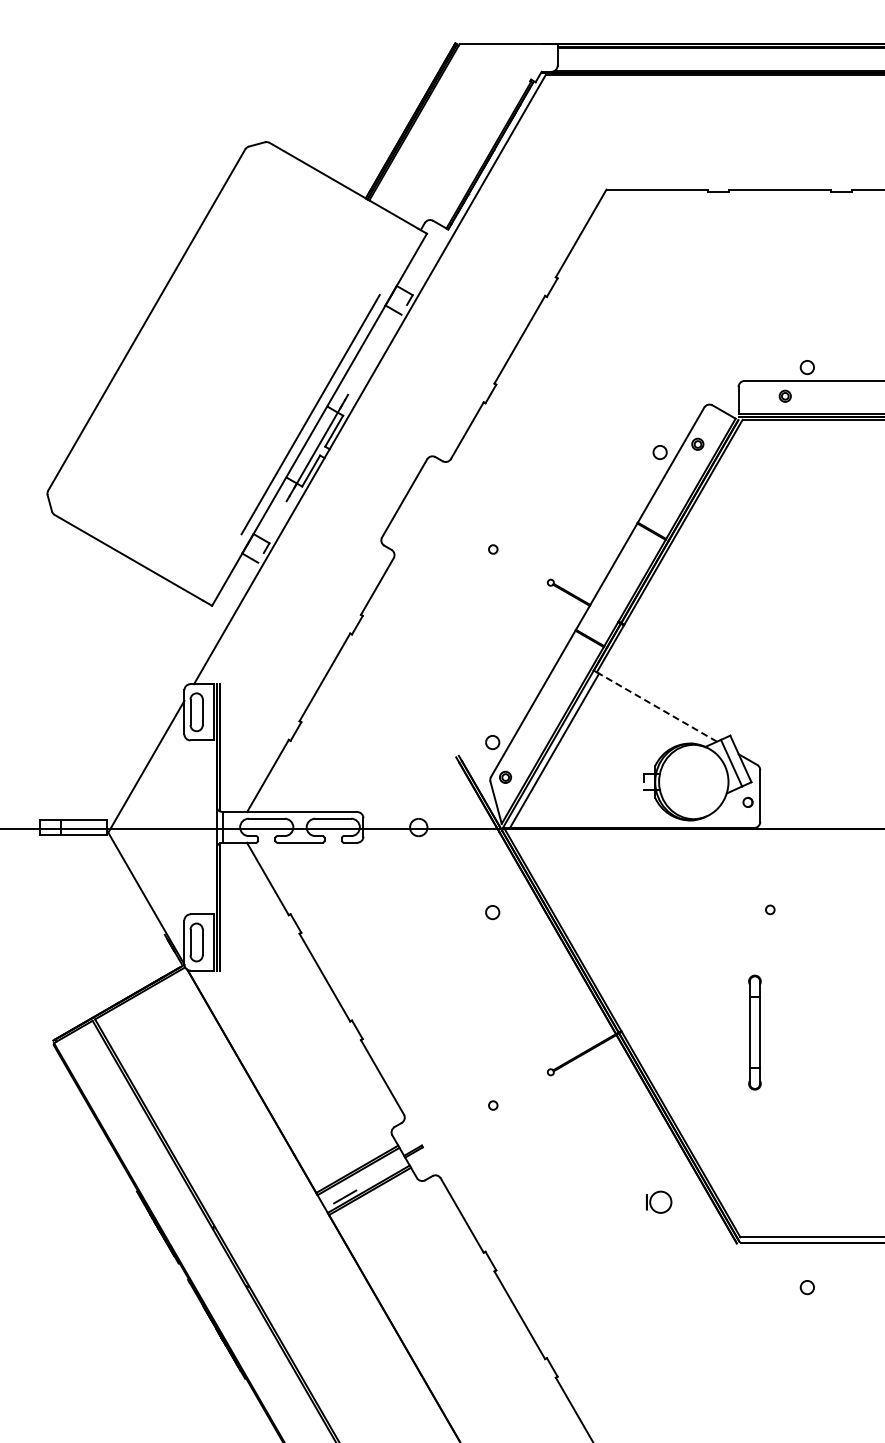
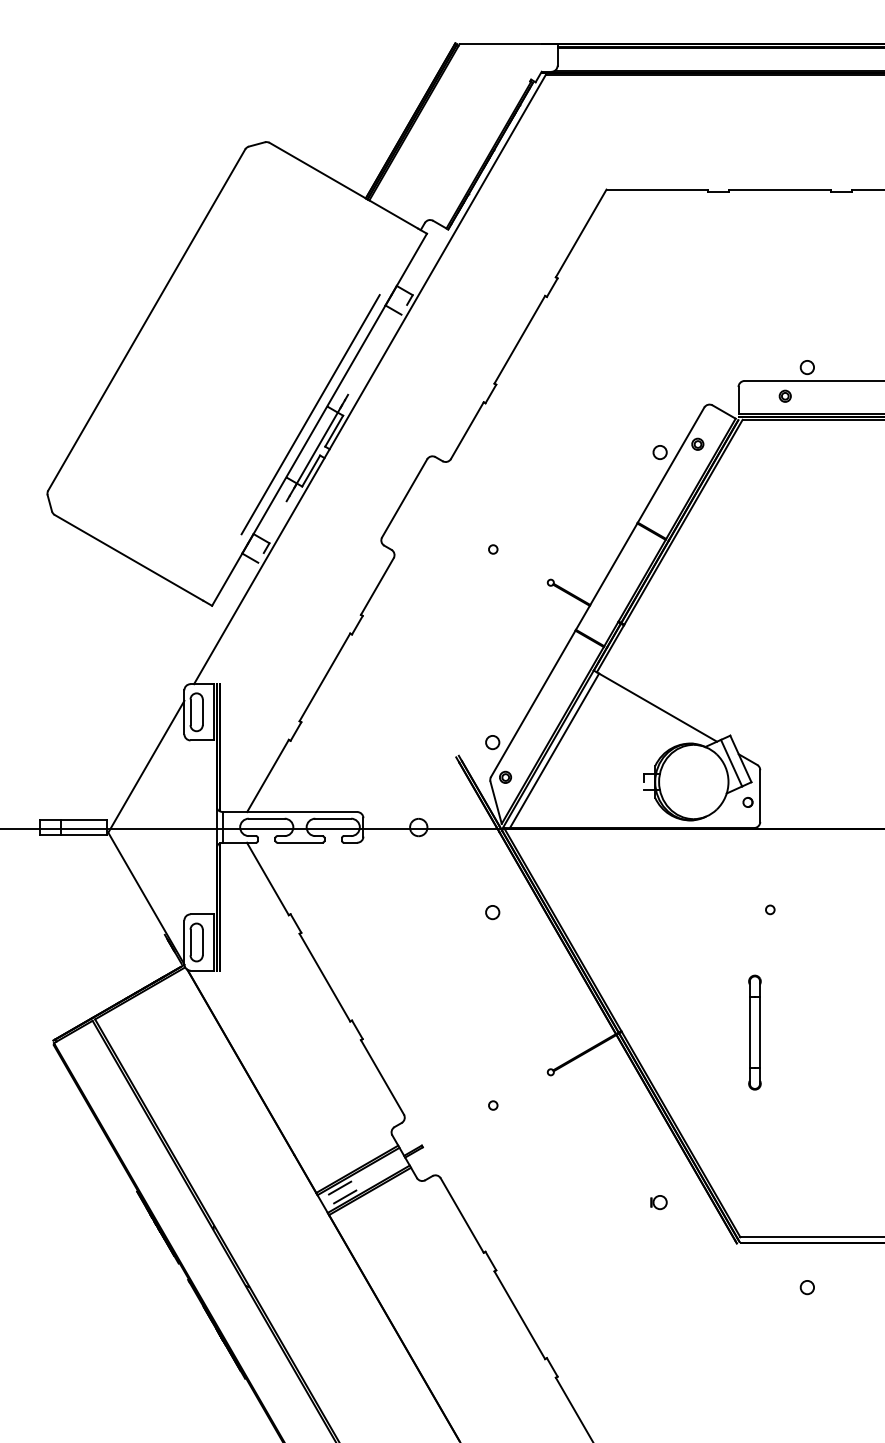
line at (657, 707): dashed -> solid
line at (340, 1187): none -> present
part at (659, 1201) size: 27x24 px -> 18x16 px
